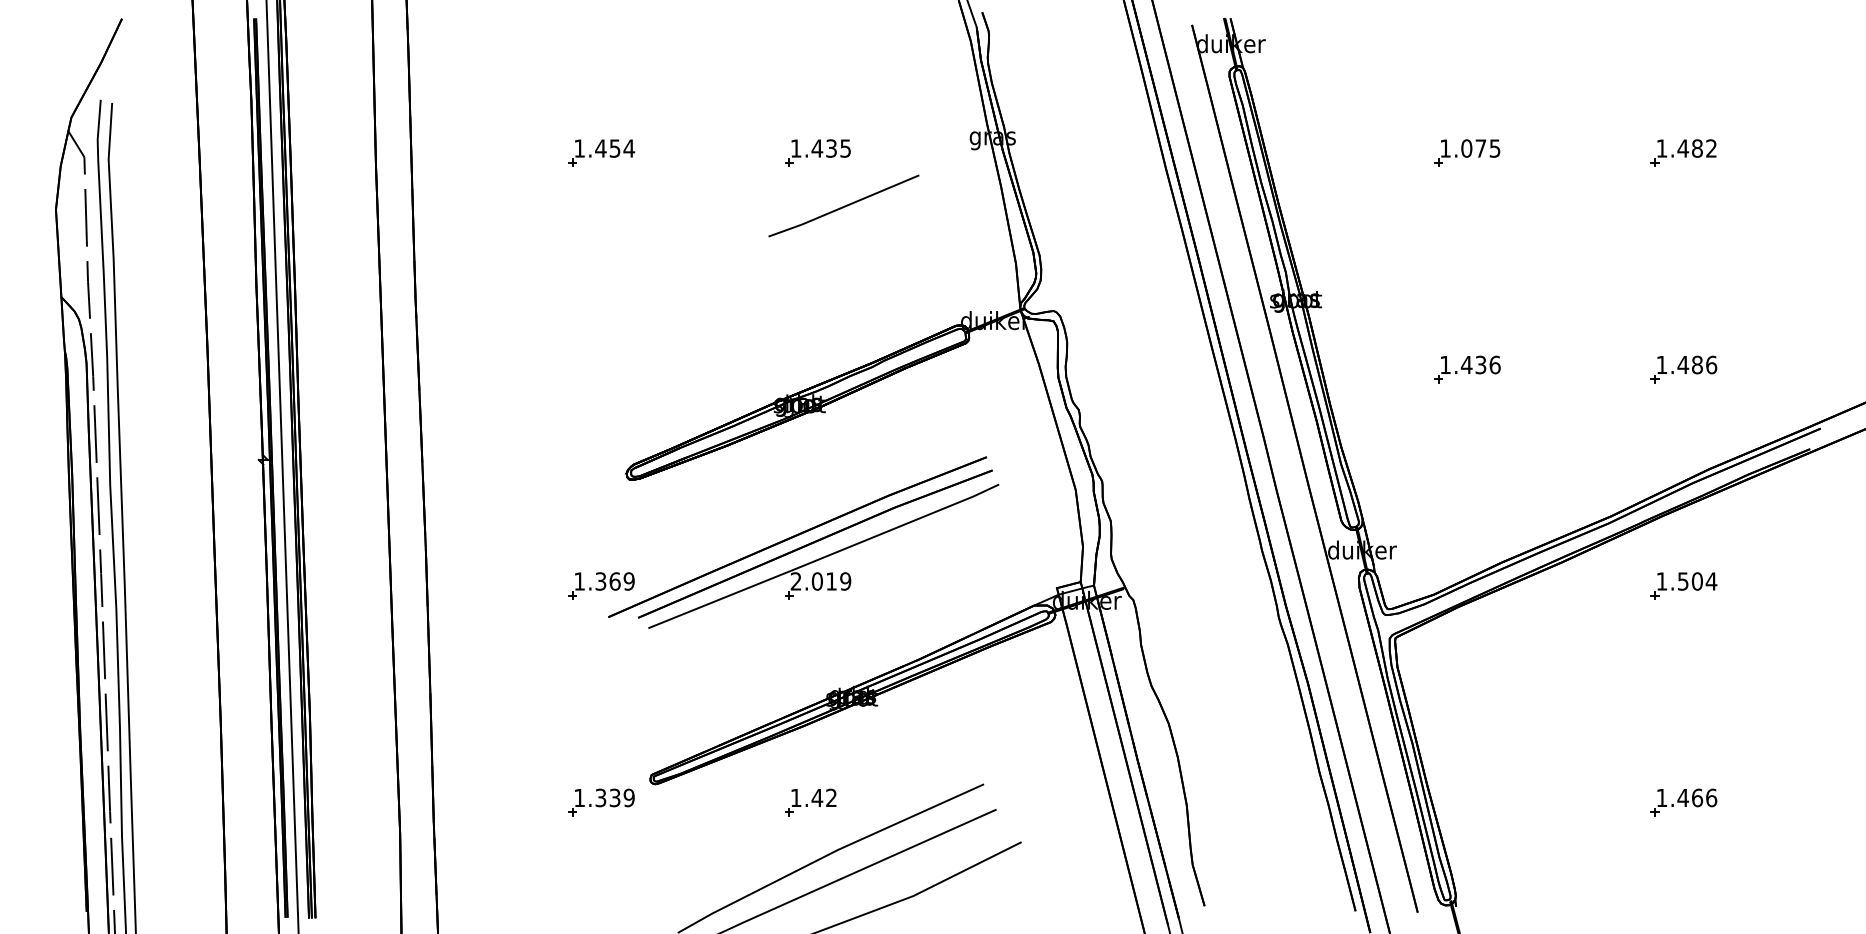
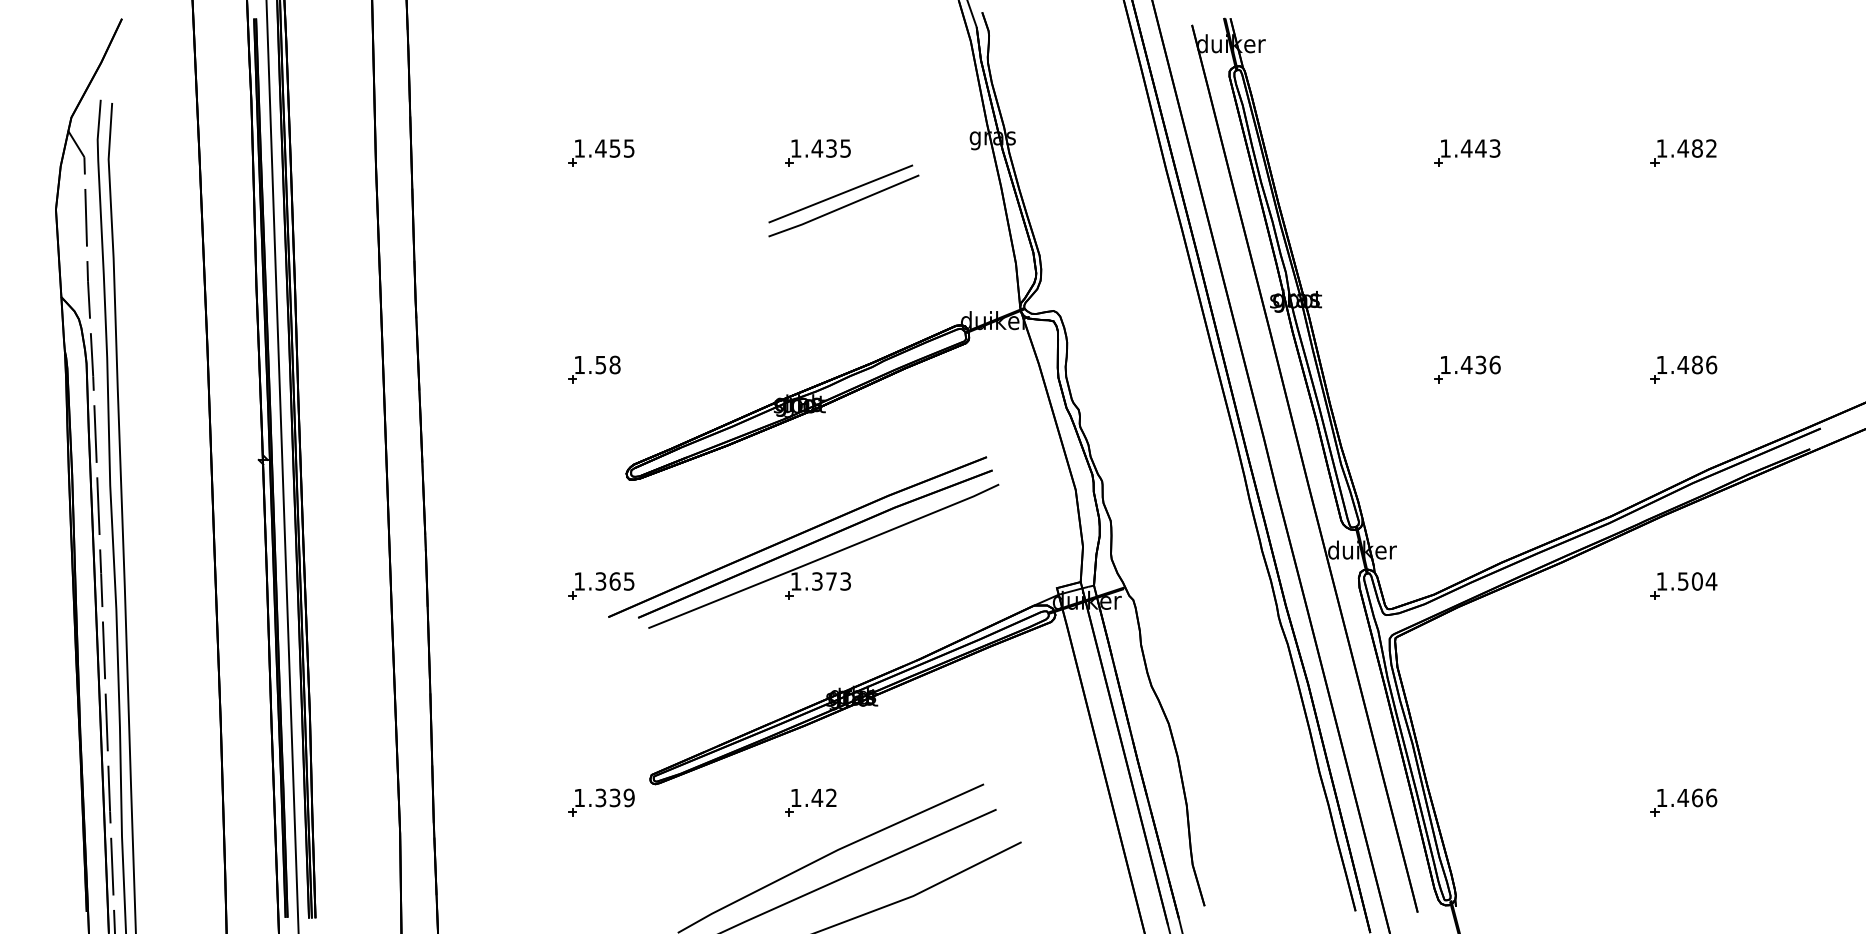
text at (629, 148): 1.454 -> 1.455
text at (1480, 148): 1.075 -> 1.443
line at (840, 193): none -> present
part at (594, 369): none -> present
text at (628, 581): 1.369 -> 1.365
text at (820, 581): 2.019 -> 1.373
